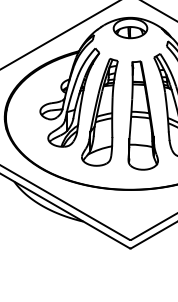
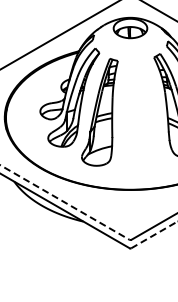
part at (142, 115): present -> none
line at (65, 202): solid -> dashed
line at (154, 234): solid -> dashed
